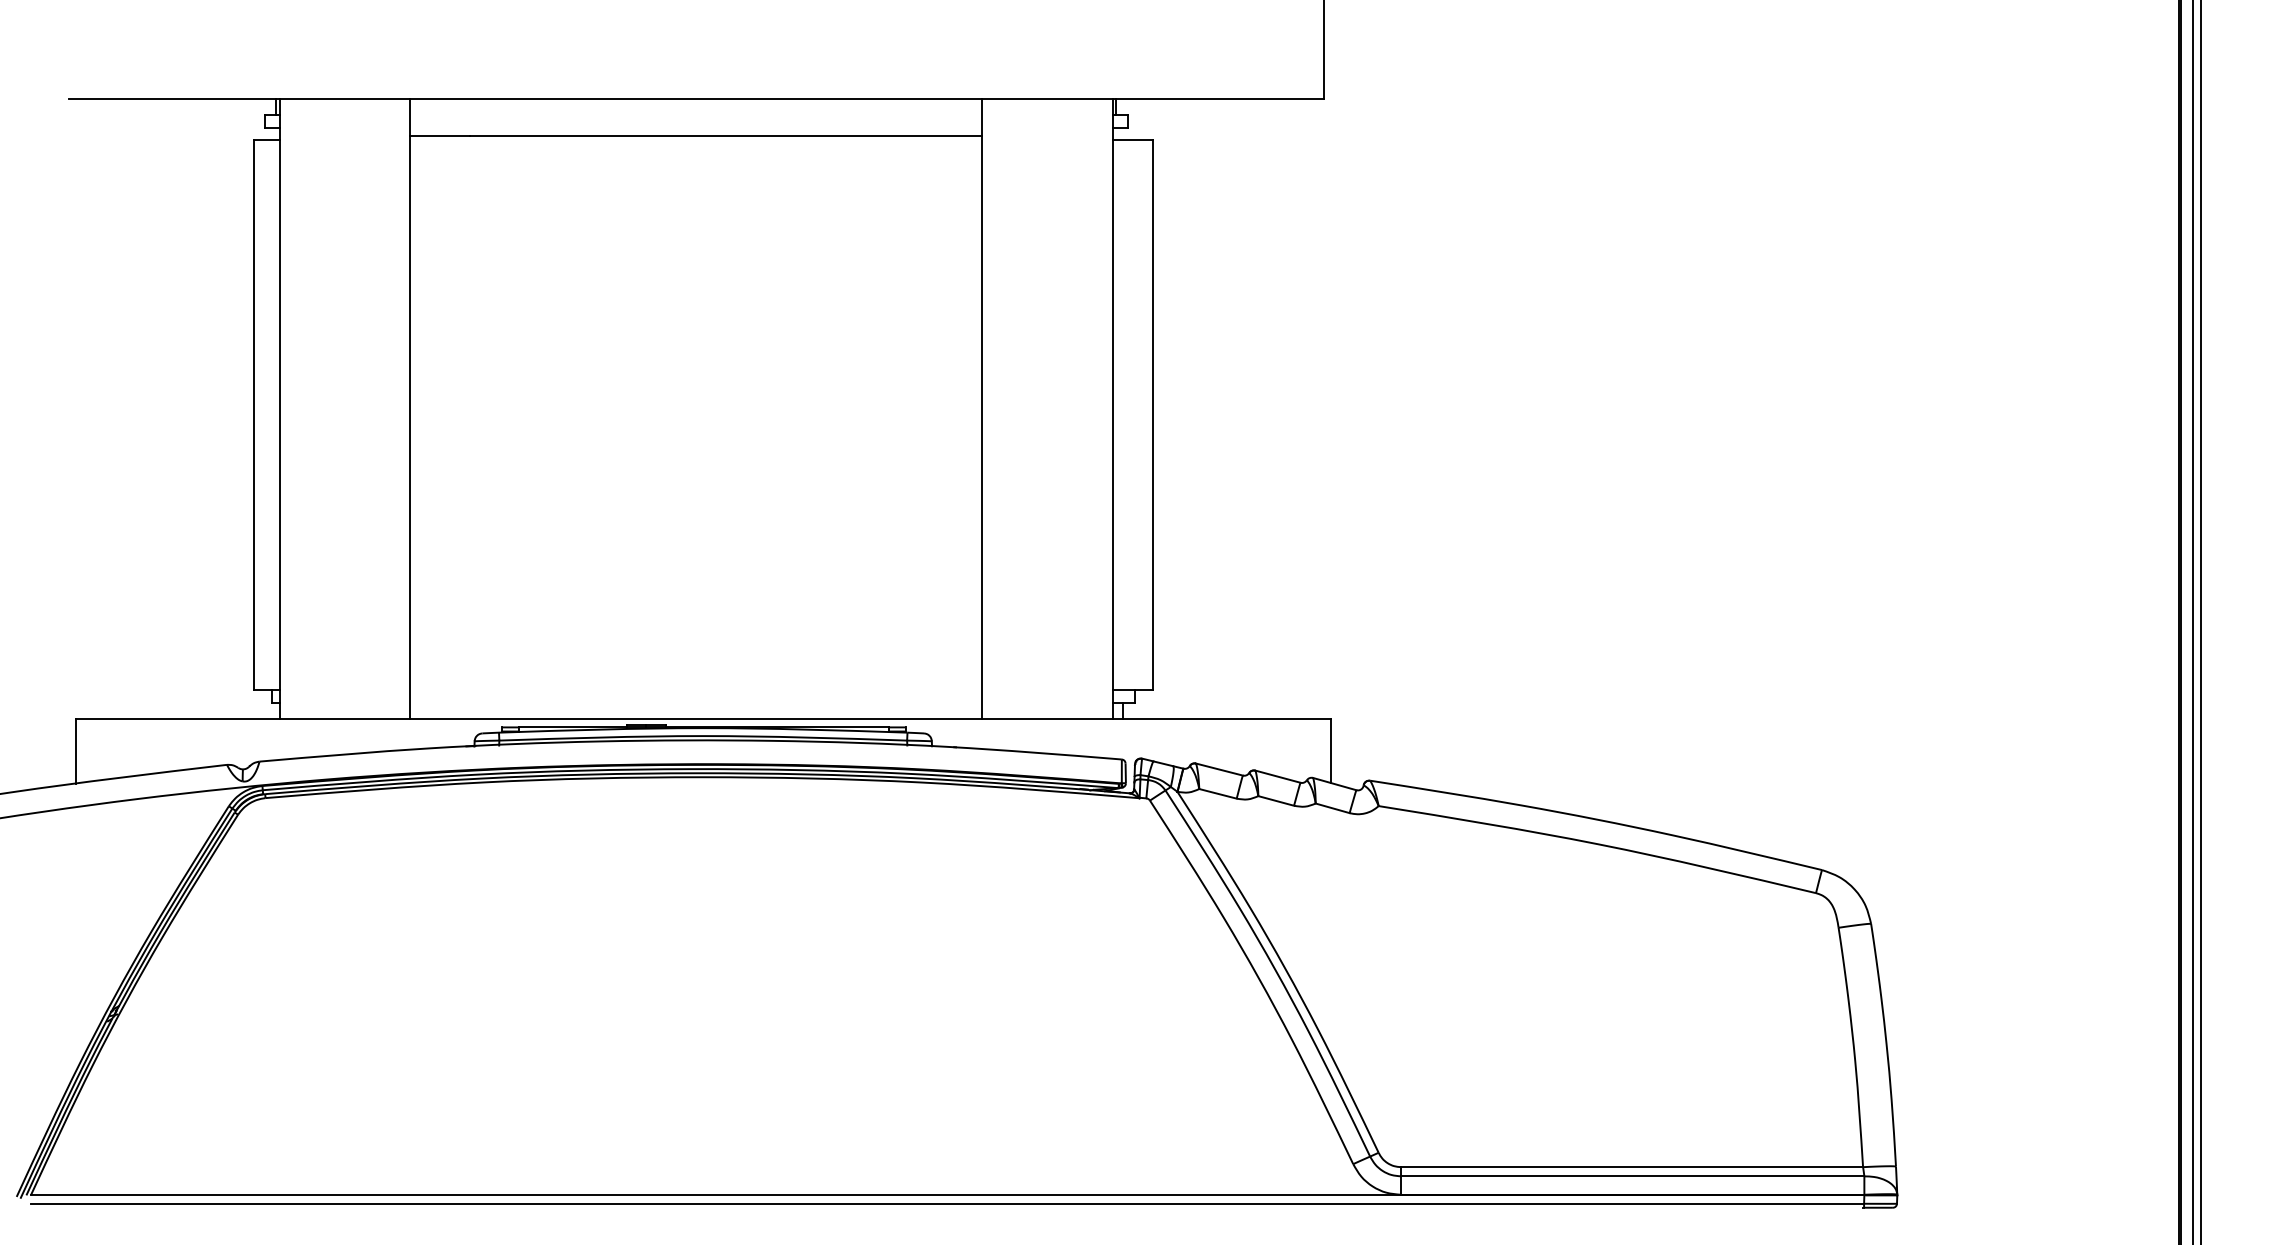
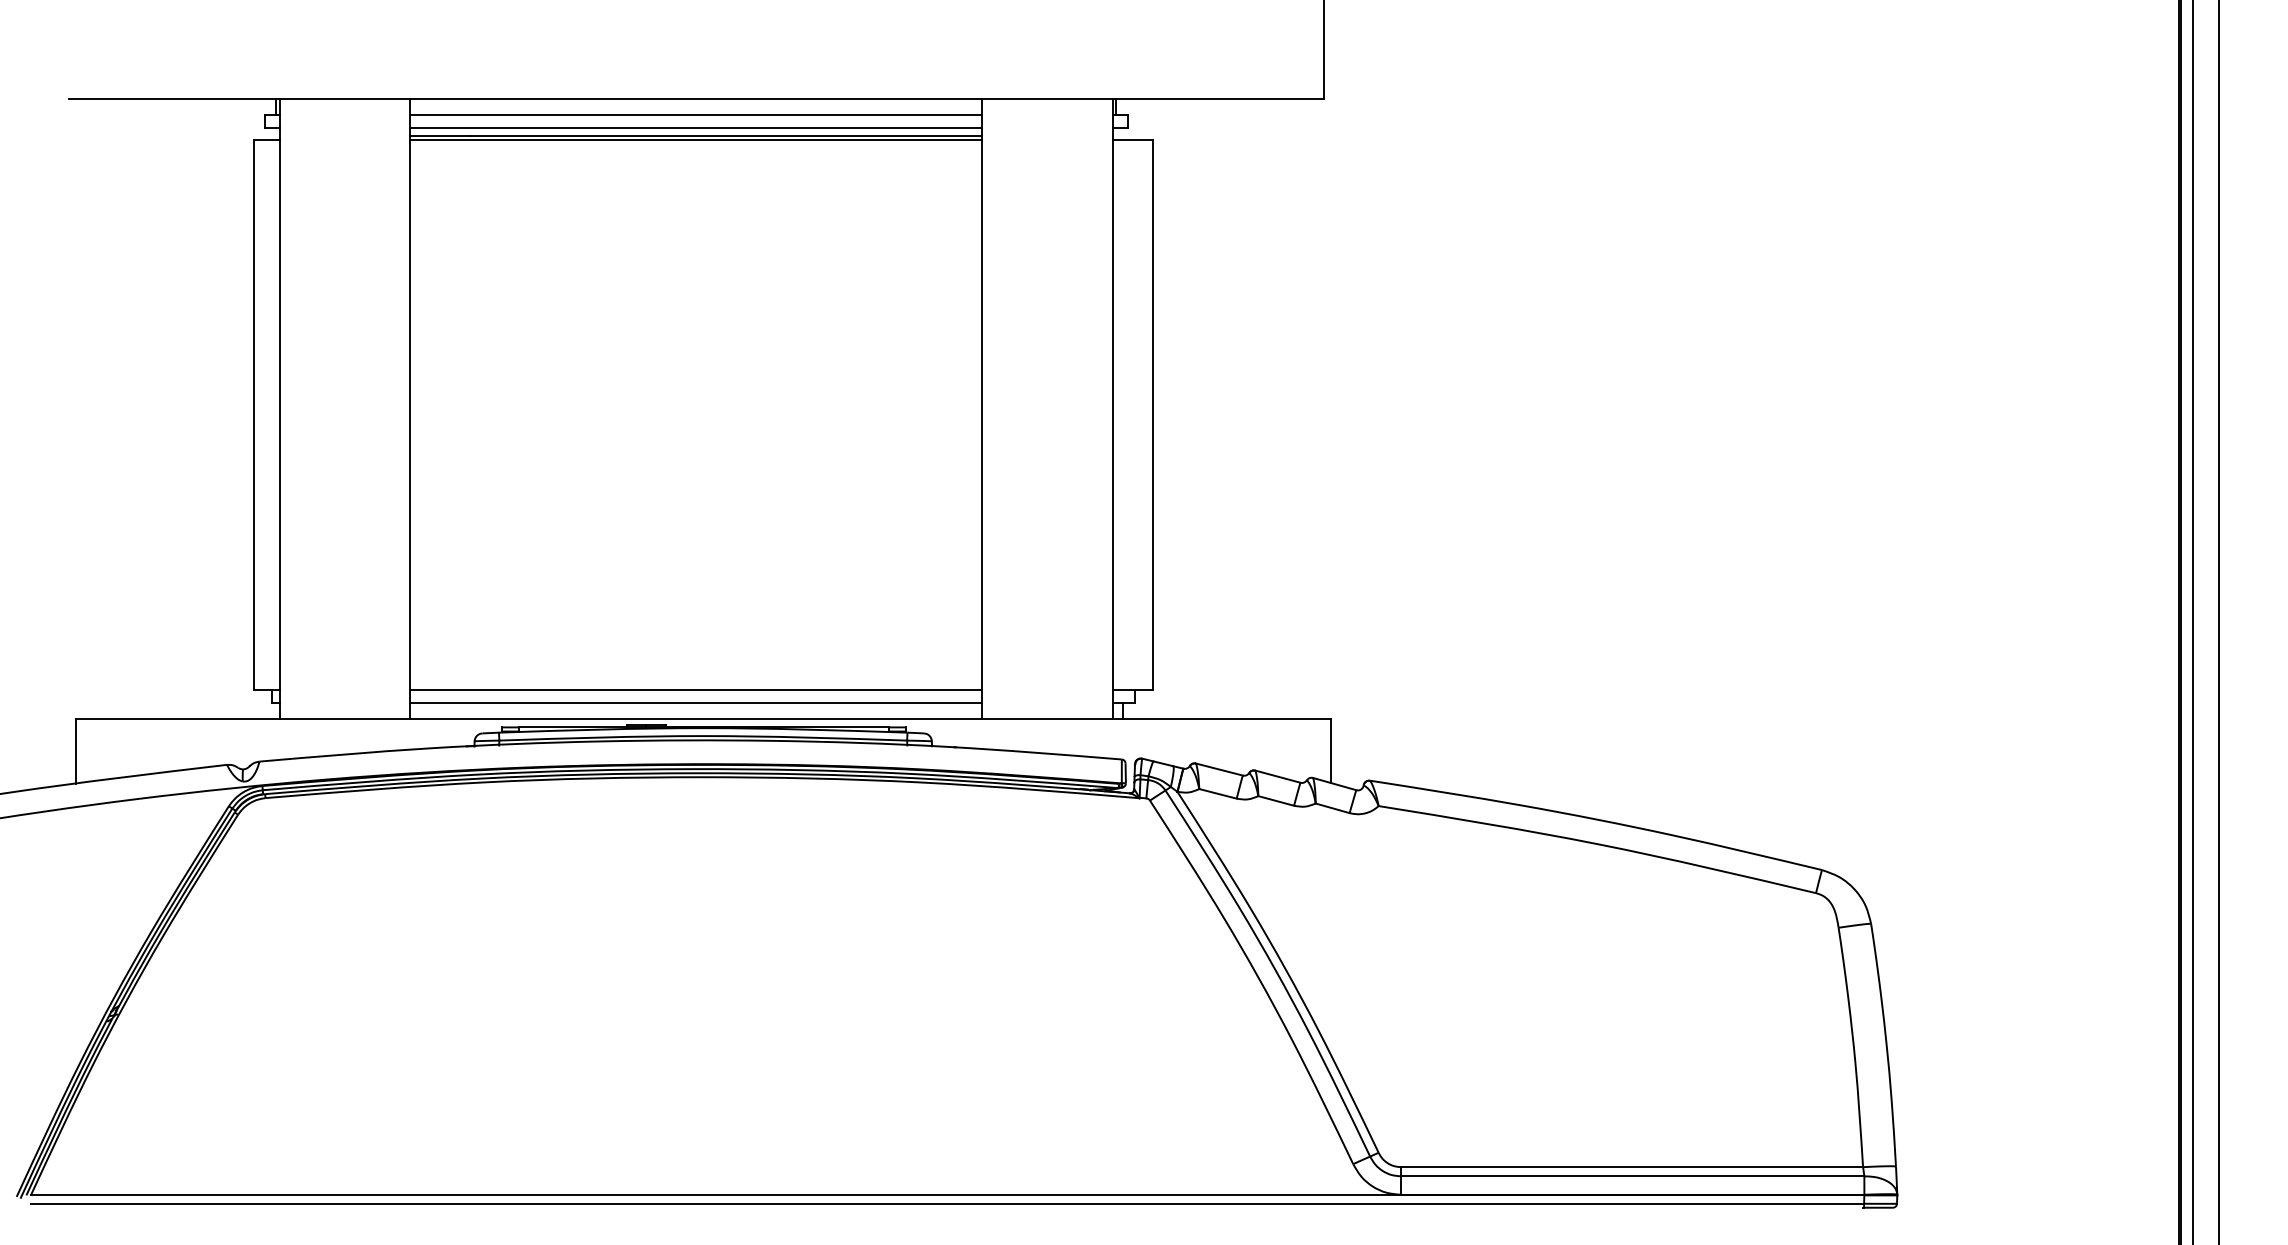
line at (696, 115): none -> present
line at (696, 128): none -> present
line at (696, 139): none -> present
line at (2201, 621) position: (2201, 621) -> (2219, 621)
line at (696, 689): none -> present
line at (696, 702): none -> present
